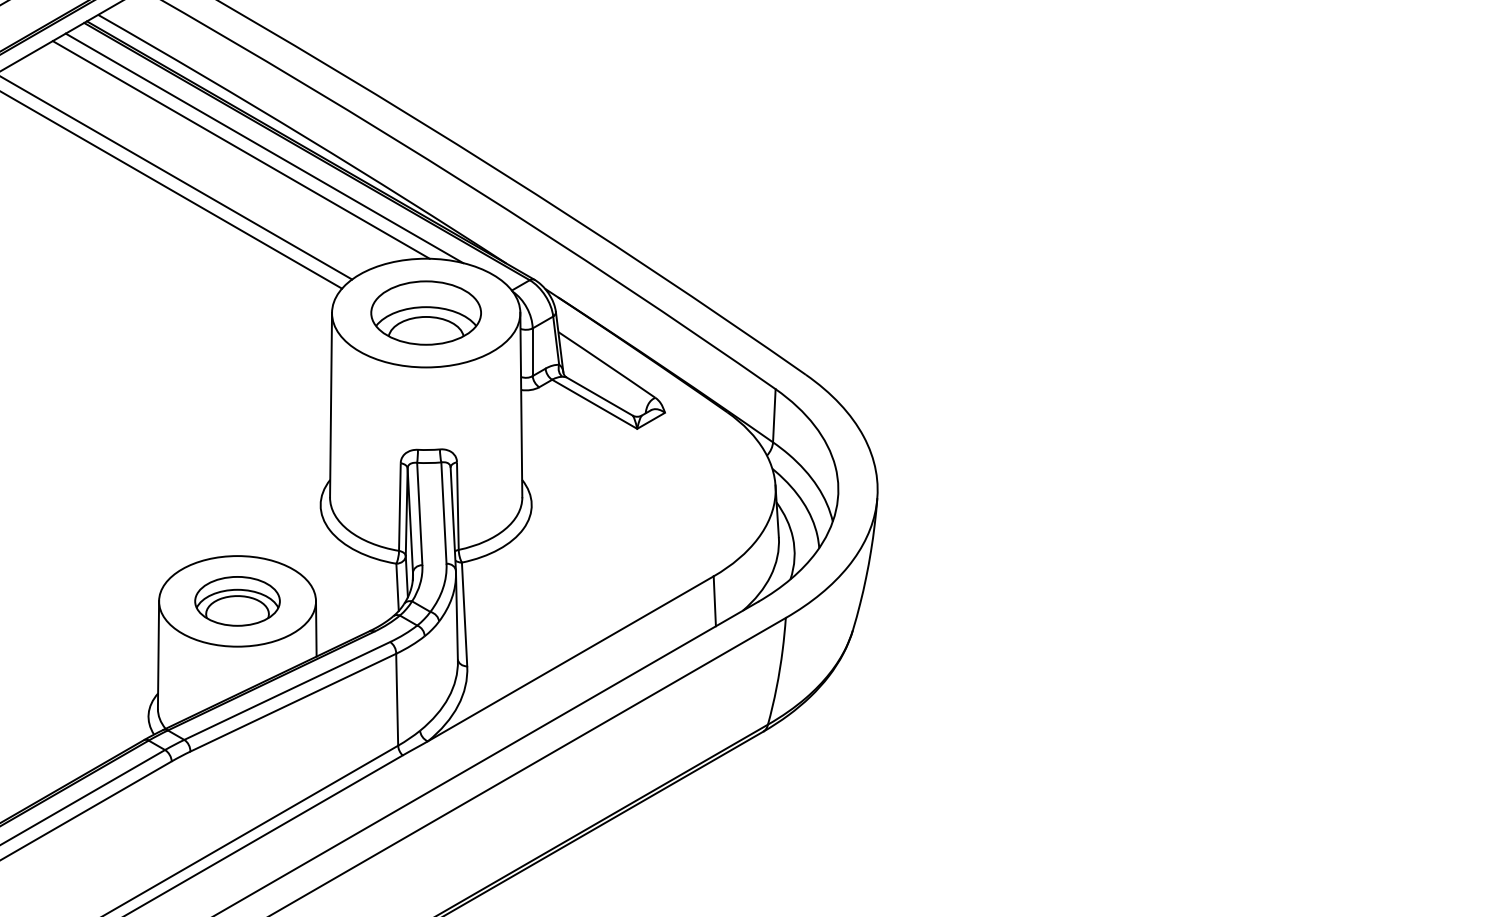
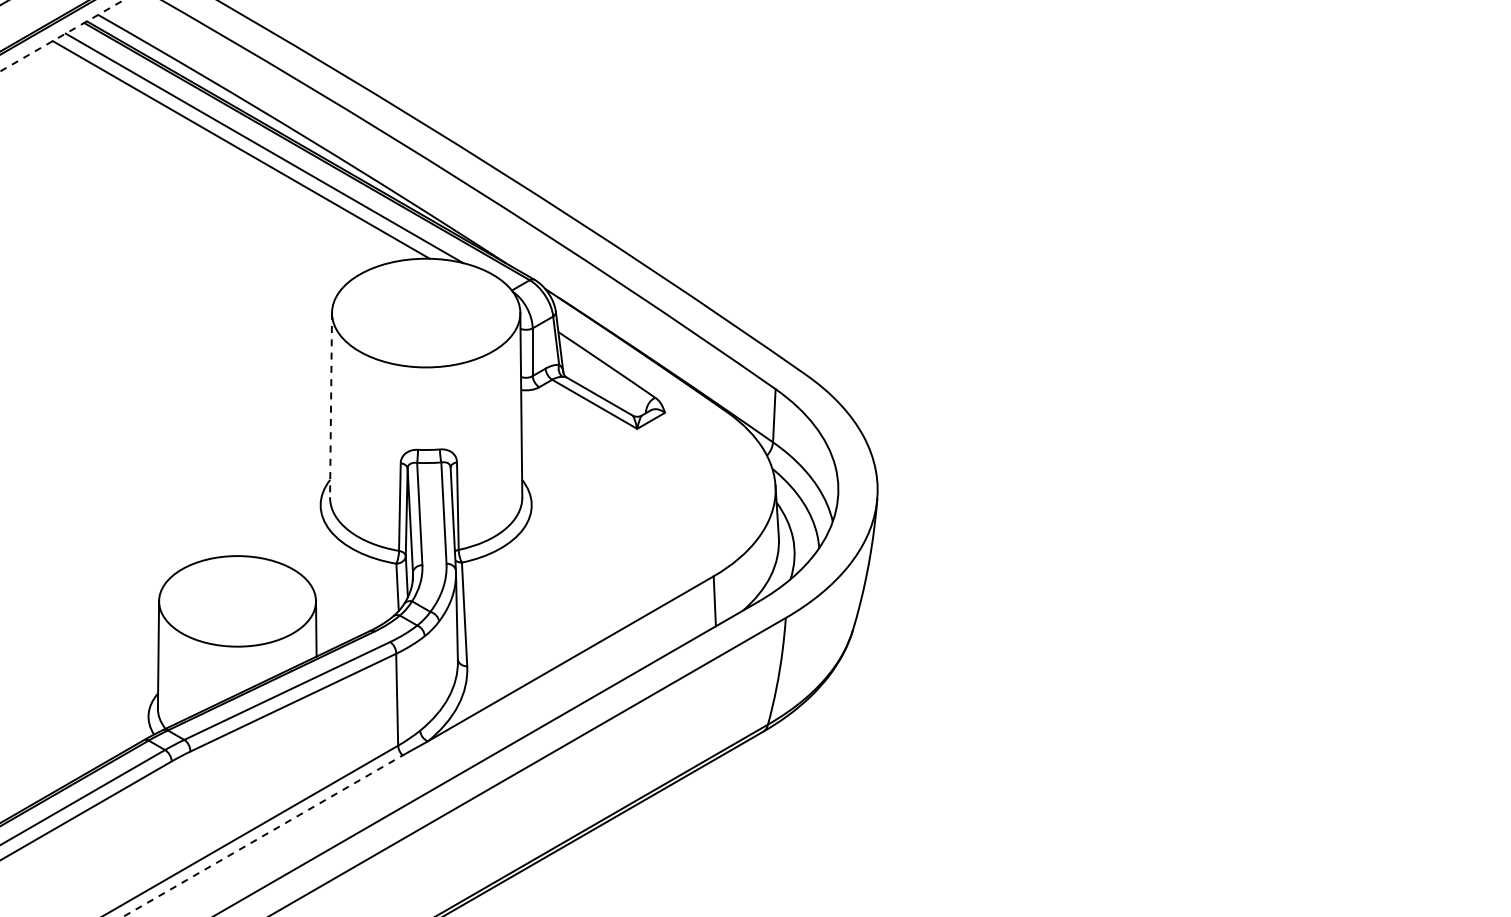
line at (62, 35): solid -> dashed
line at (177, 178): present -> none
line at (172, 190): present -> none
part at (425, 312): present -> none
line at (331, 405): solid -> dashed
part at (237, 601): present -> none
line at (263, 835): solid -> dashed
